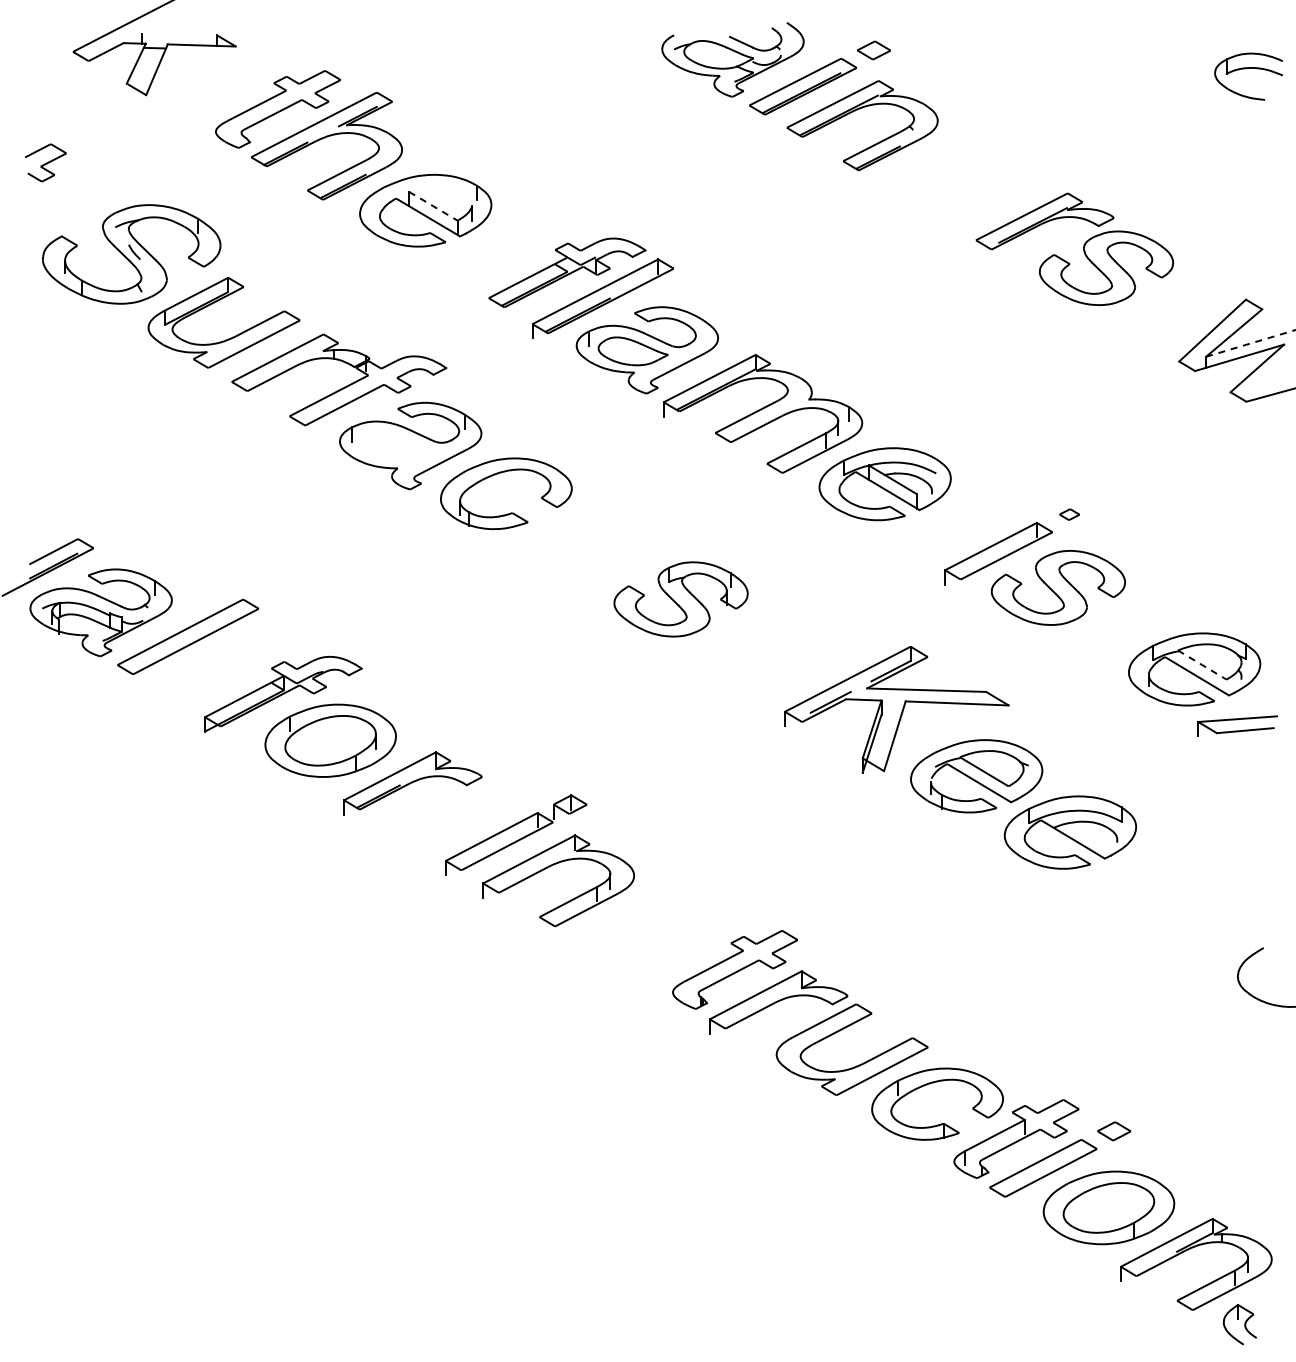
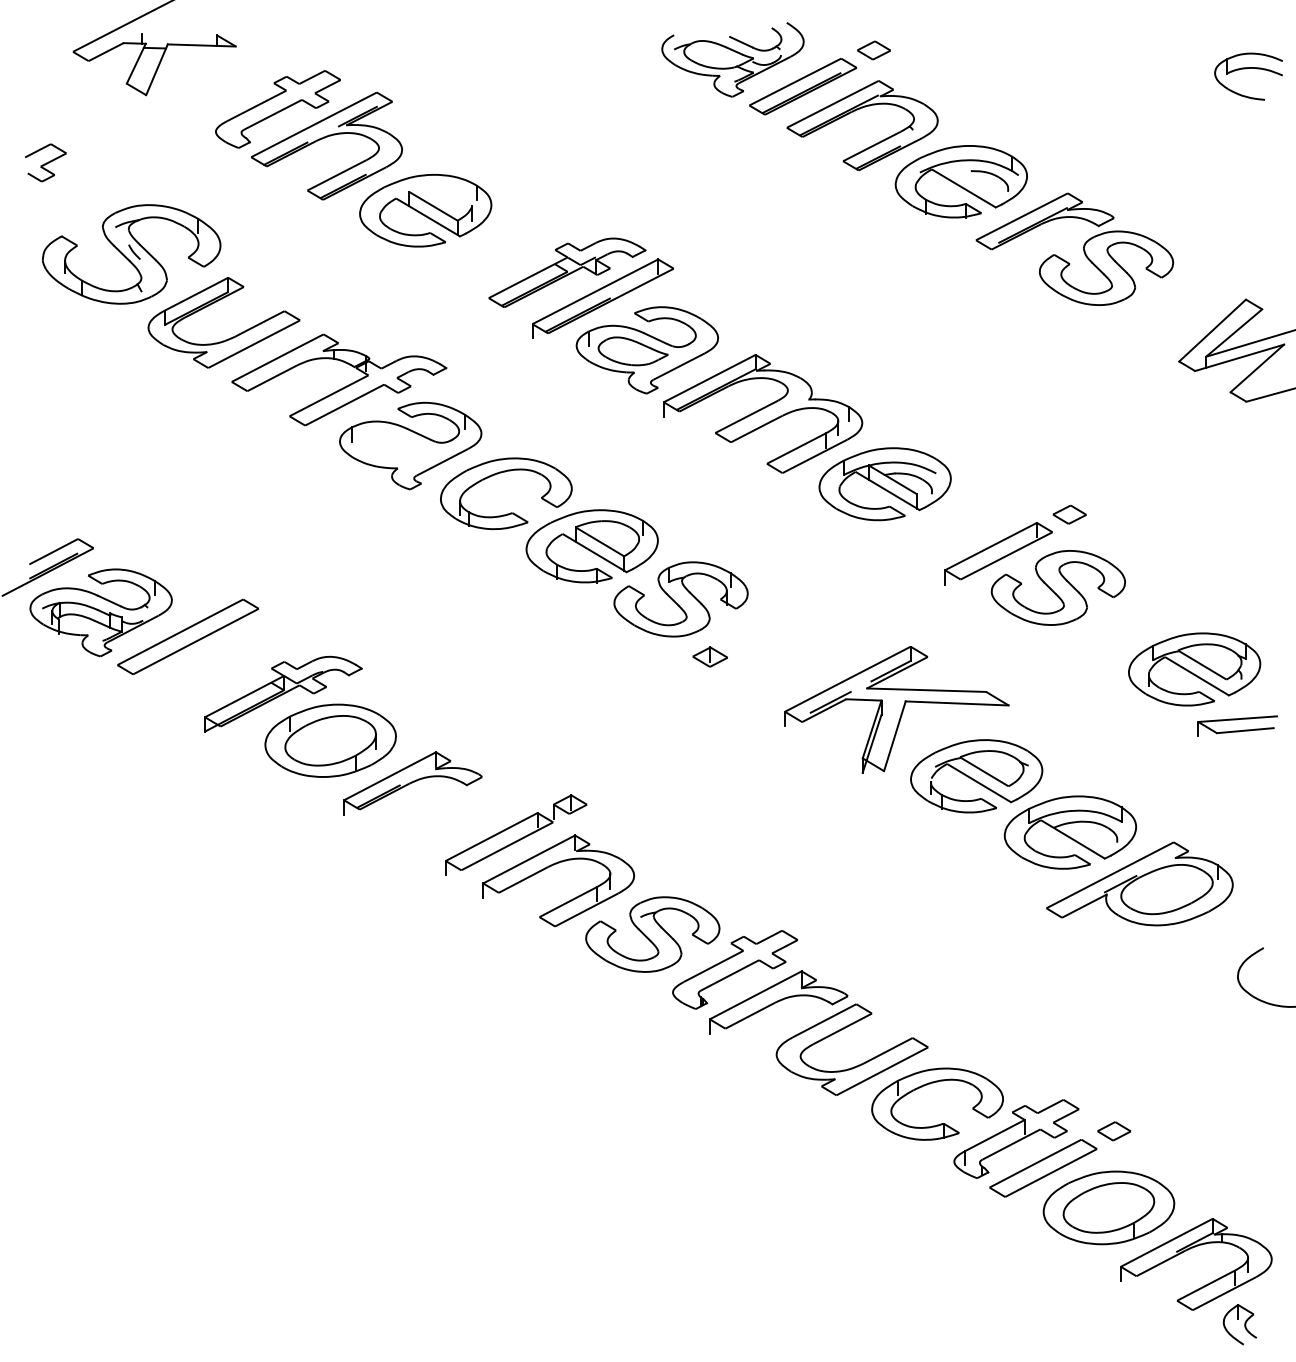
part at (960, 181): none -> present
line at (433, 206): dashed -> solid
line at (1250, 343): dashed -> solid
part at (1069, 514) size: 21x13 px -> 35x21 px
part at (591, 546): none -> present
part at (709, 656): none -> present
line at (1202, 664): dashed -> solid
part at (1139, 883): none -> present
part at (652, 934): none -> present
